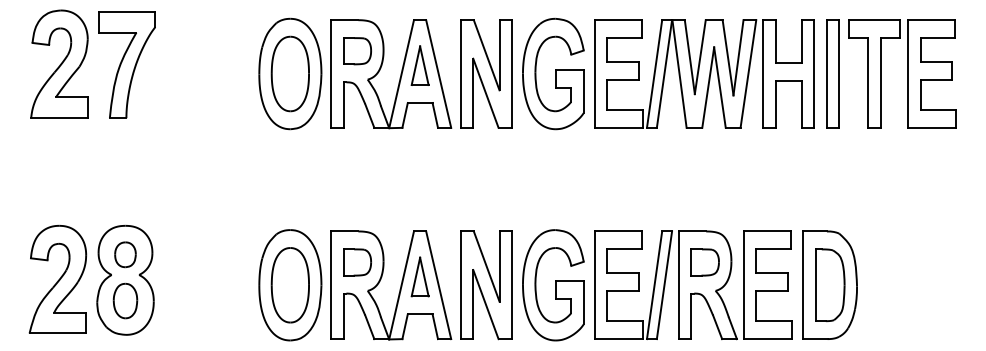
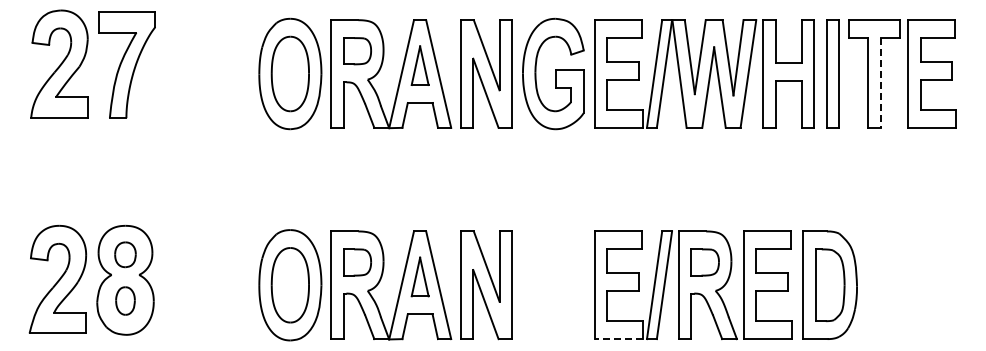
line at (880, 83): solid -> dashed
part at (553, 285): present -> none
part at (125, 300) size: 27x38 px -> 21x30 px
line at (618, 339): solid -> dashed
